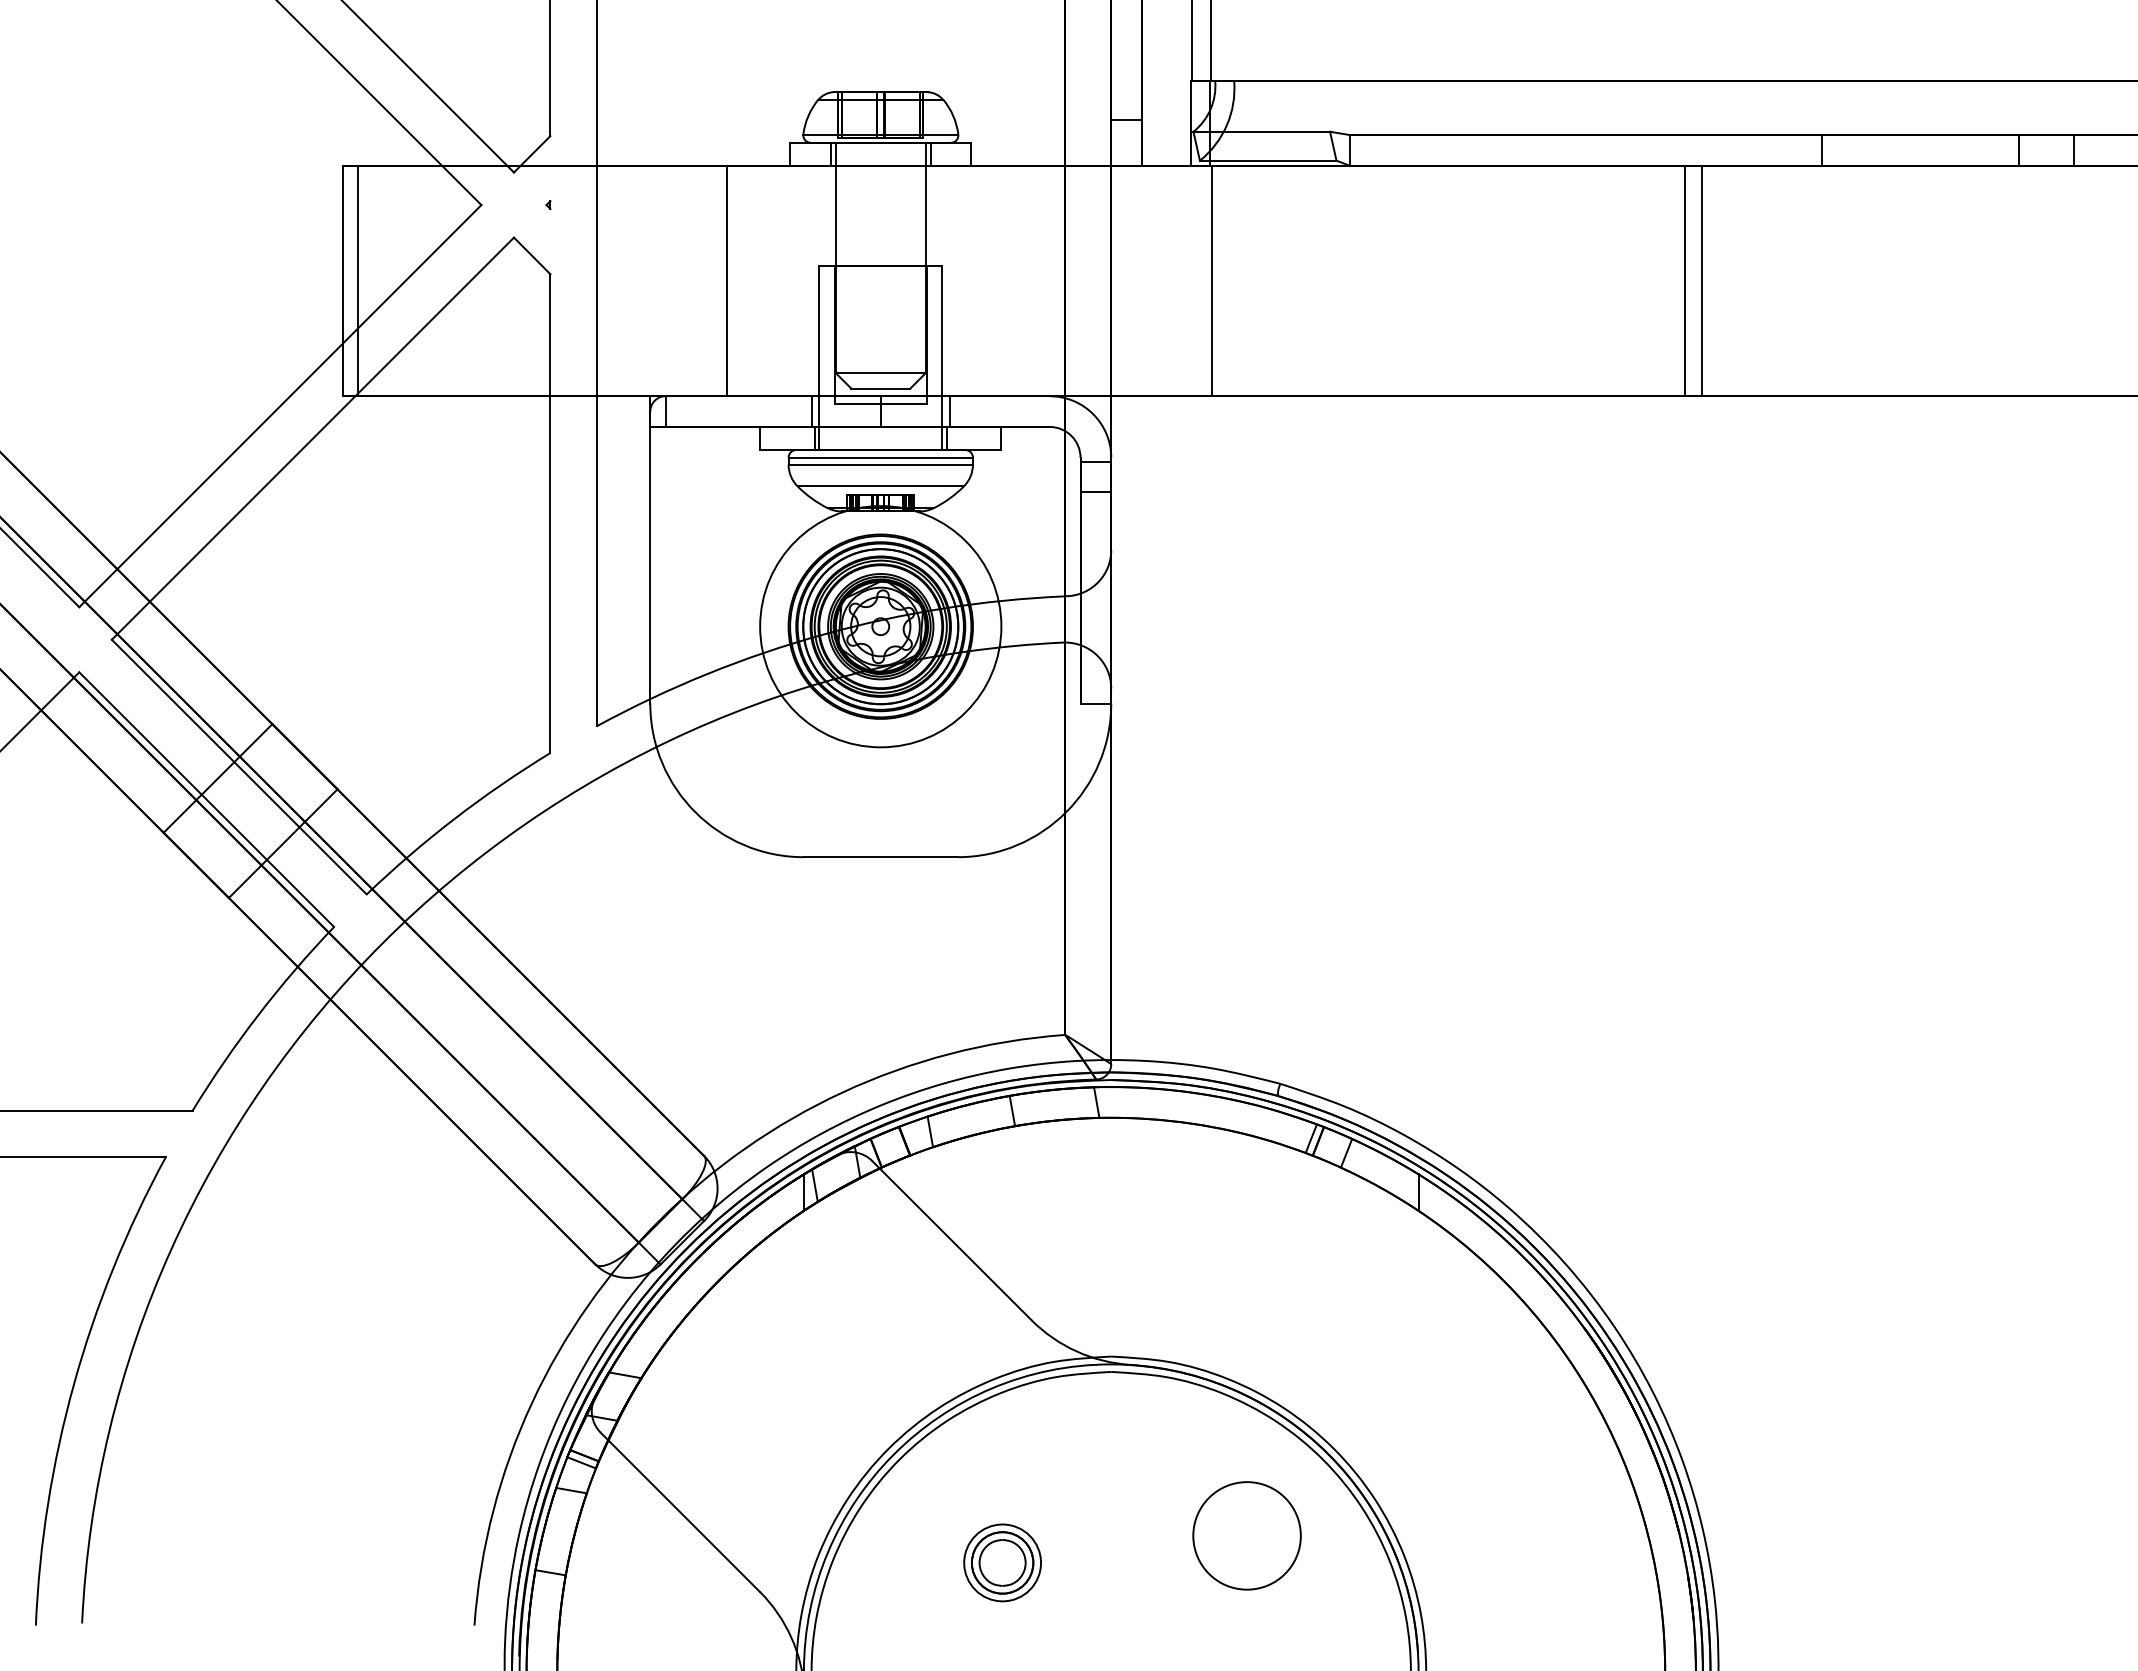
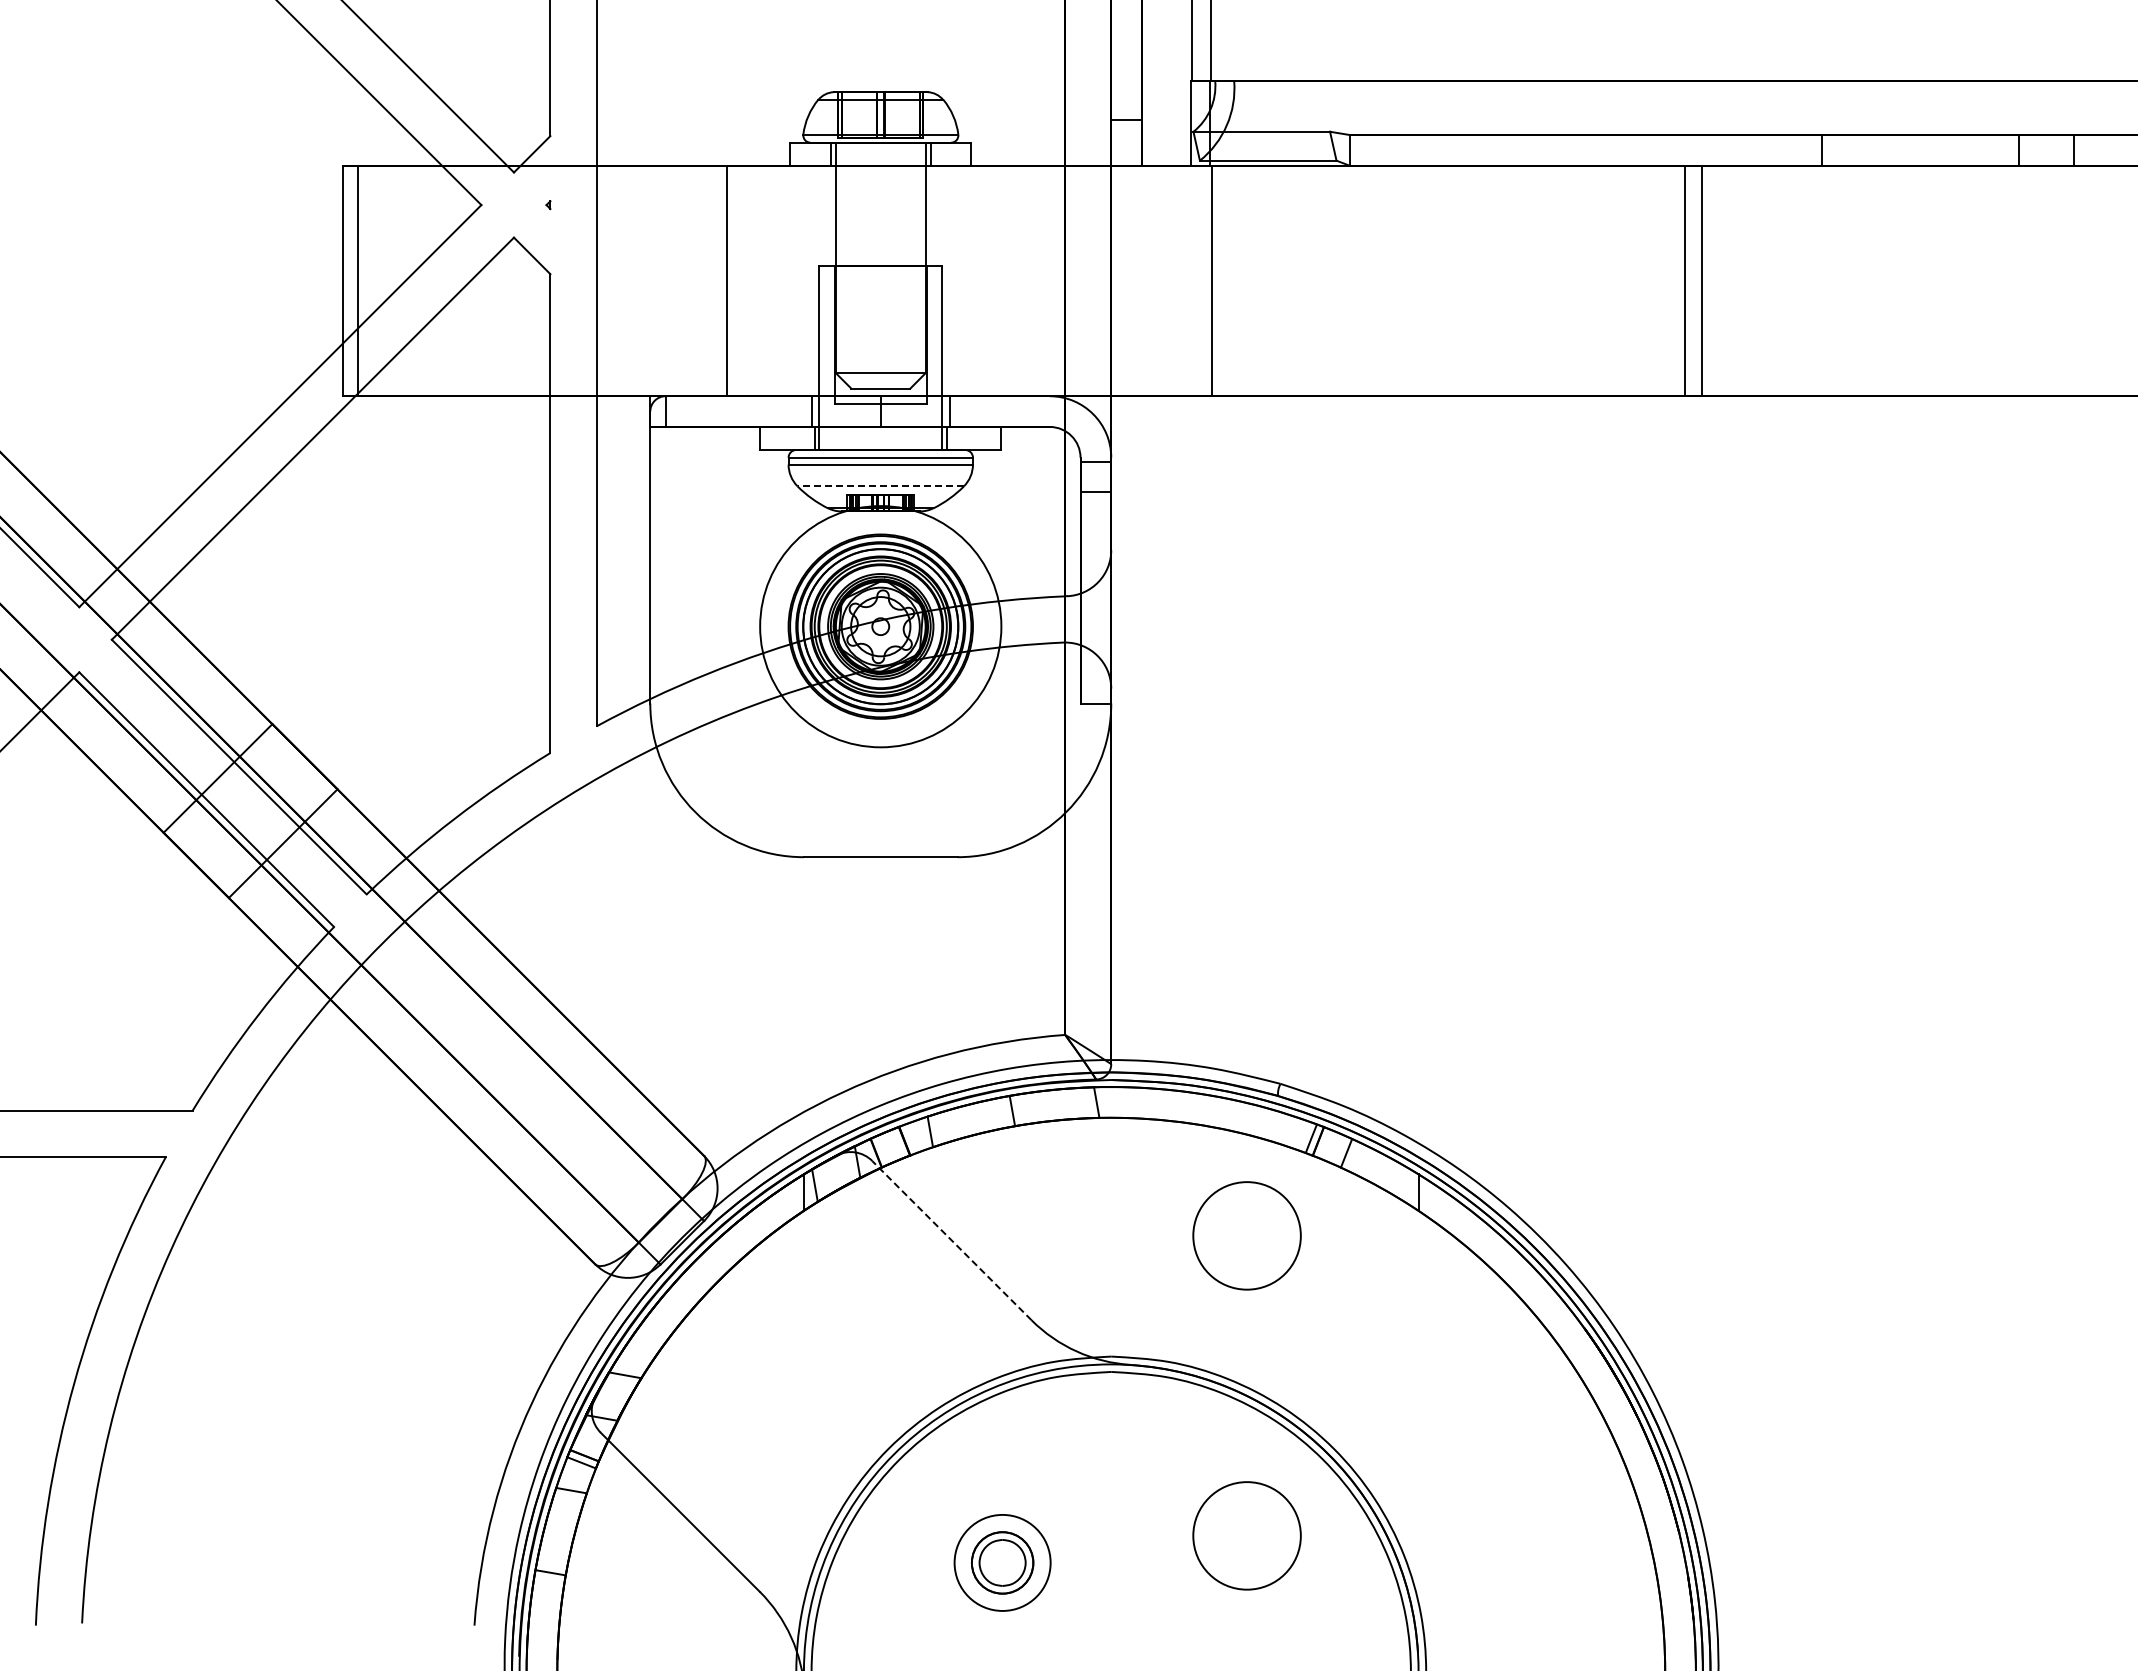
line at (880, 486): solid -> dashed
circle at (1246, 1235): none -> present
line at (951, 1240): solid -> dashed
circle at (1002, 1562) diameter: 77 px -> 96 px
